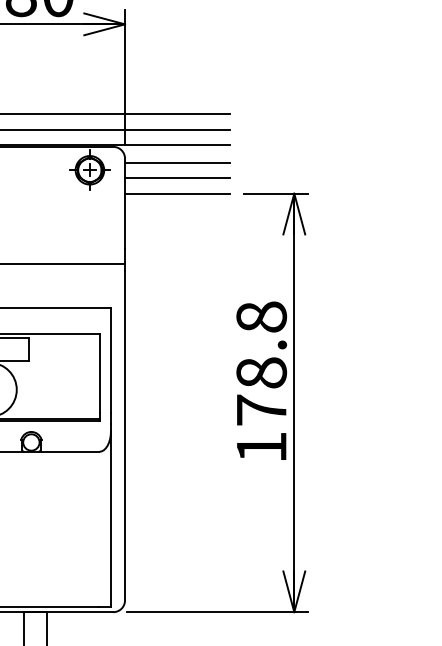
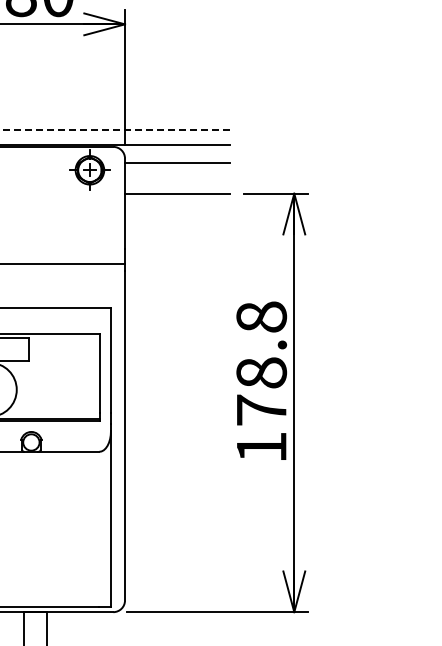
line at (115, 114): present -> none
line at (114, 129): solid -> dashed
line at (177, 177): present -> none
